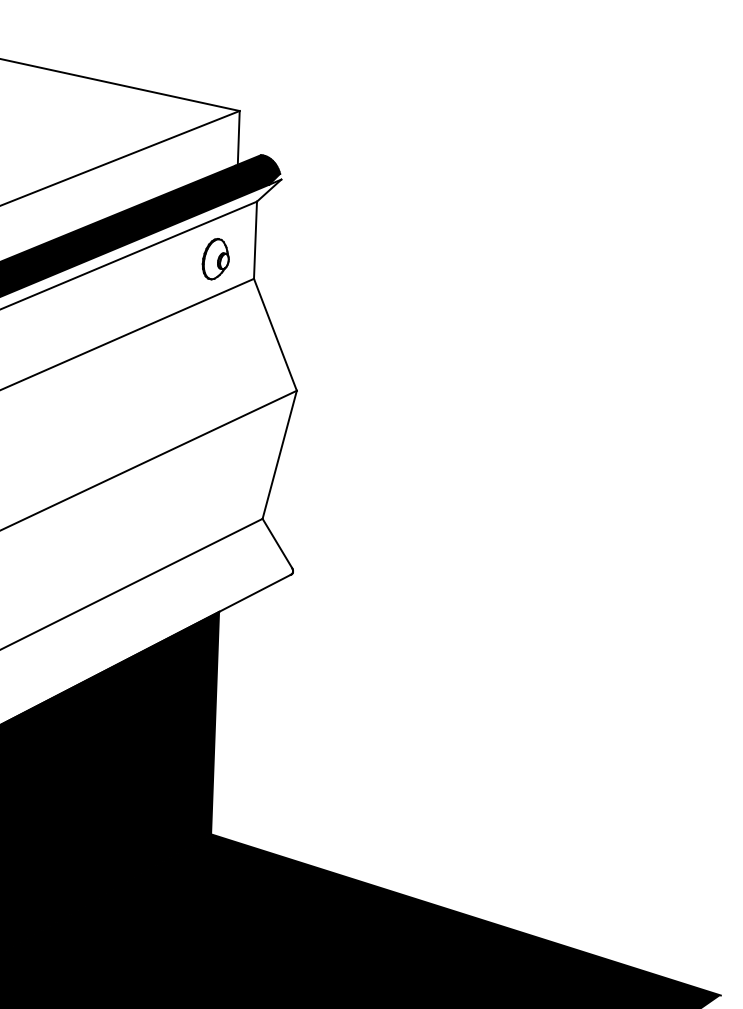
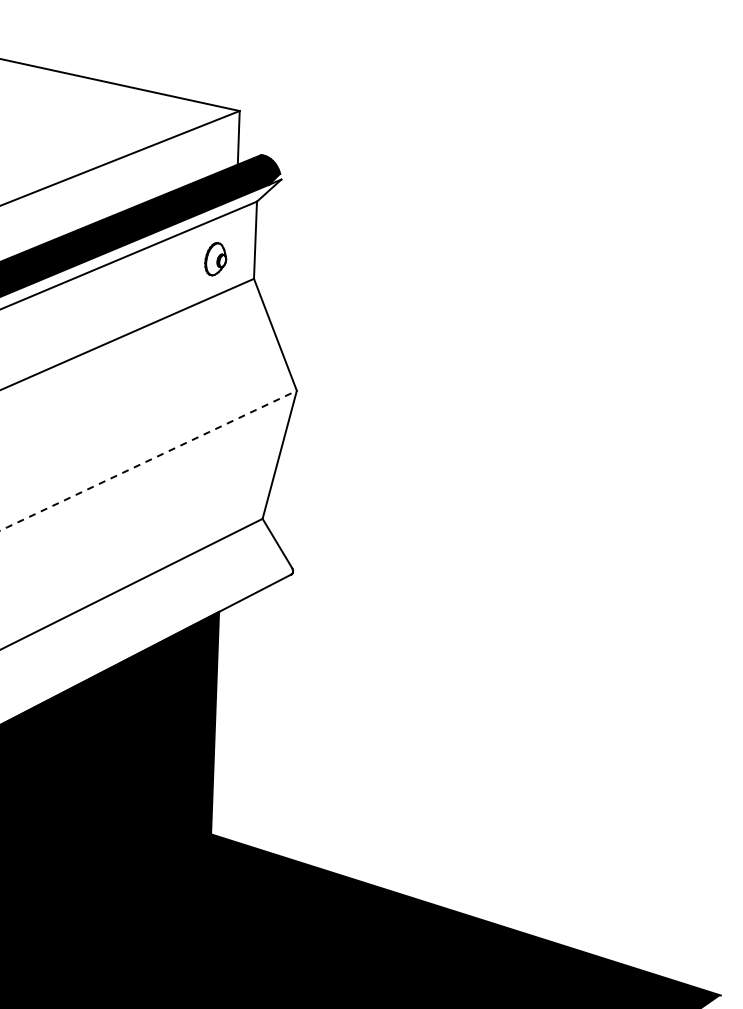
part at (215, 259) size: 29x43 px -> 24x35 px
line at (148, 460): solid -> dashed
